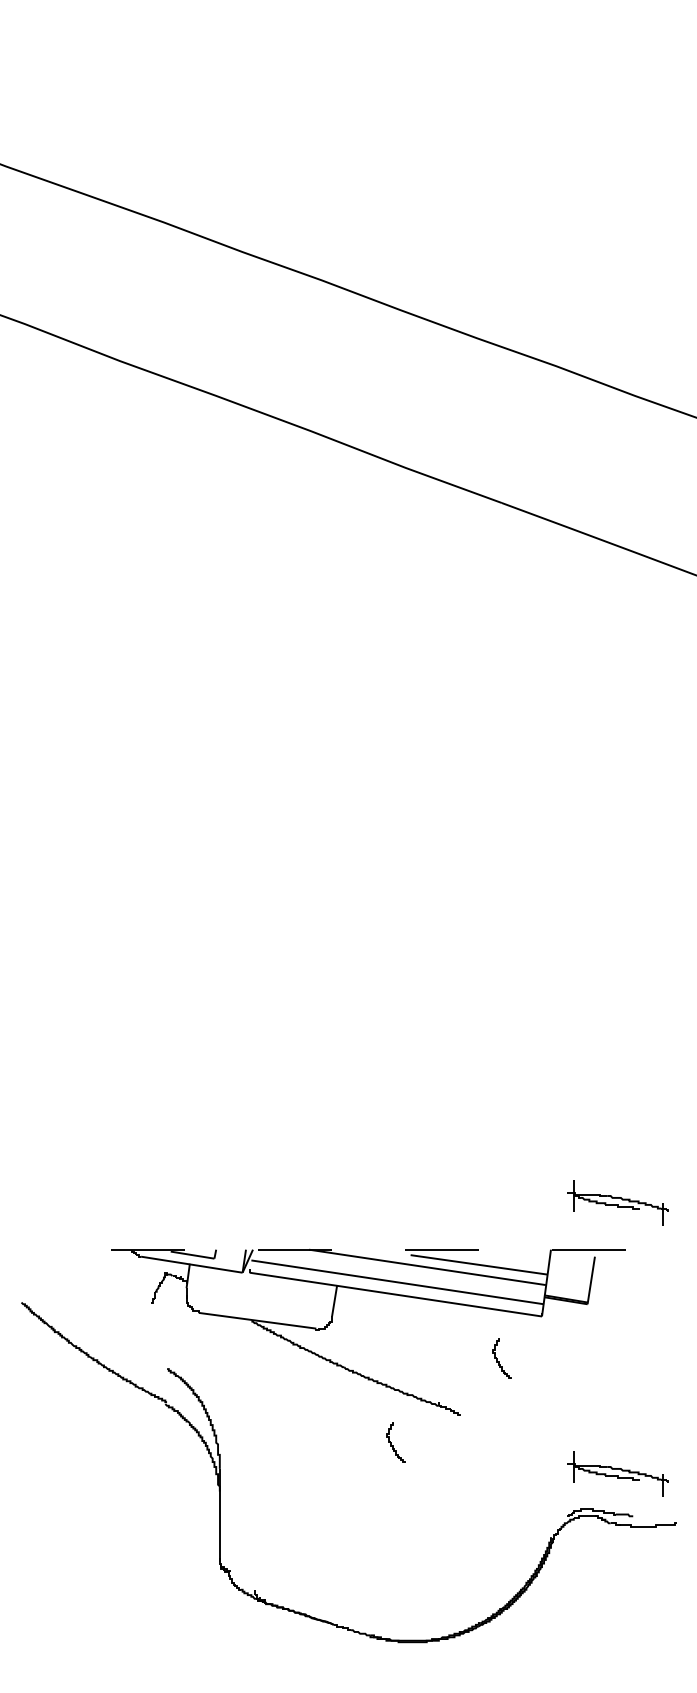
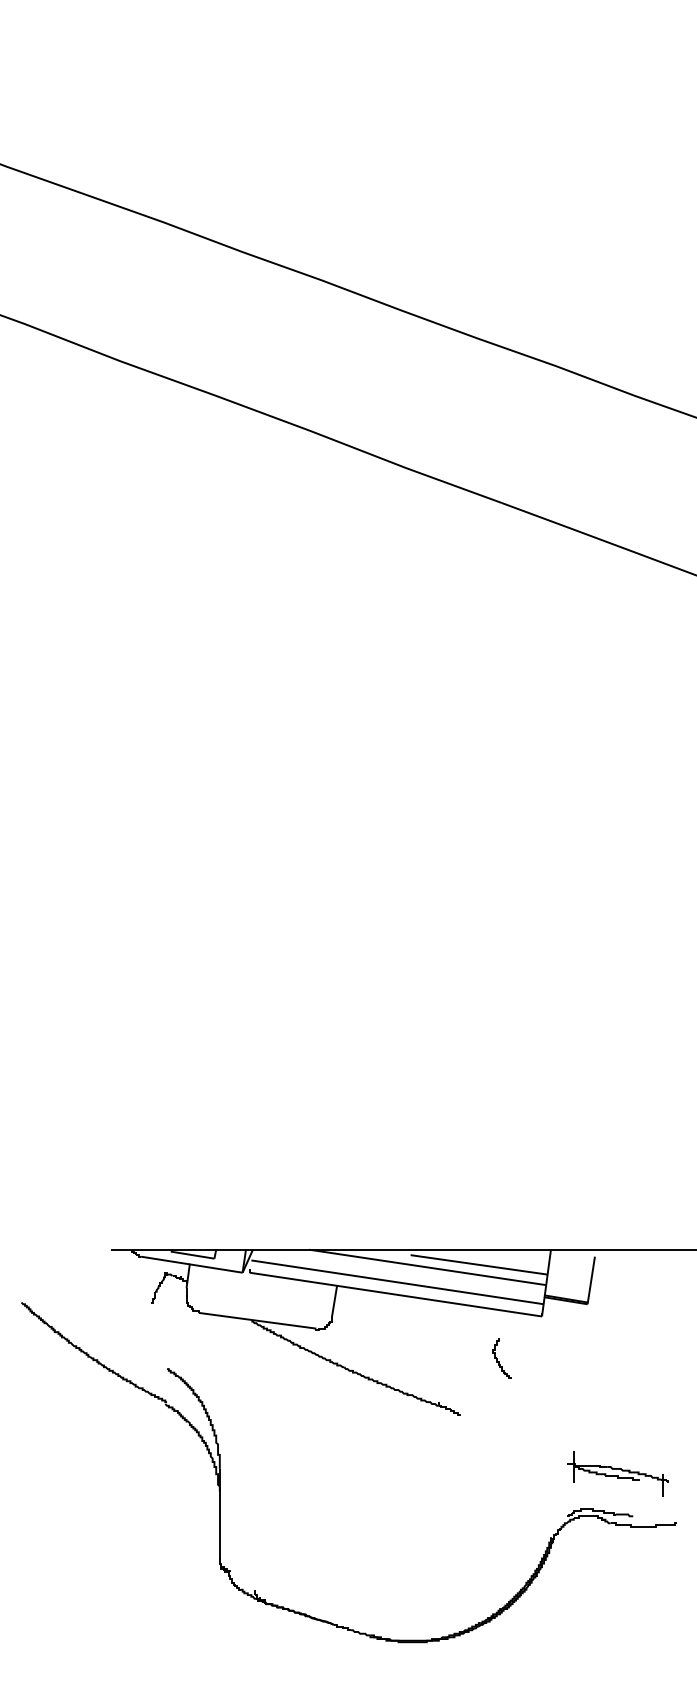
part at (617, 1202): present -> none
line at (404, 1249): dashed -> solid
part at (395, 1442): present -> none
